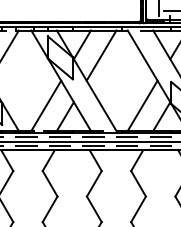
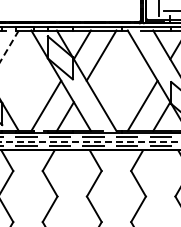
line at (9, 46): solid -> dashed
line at (90, 141): solid -> dashed
